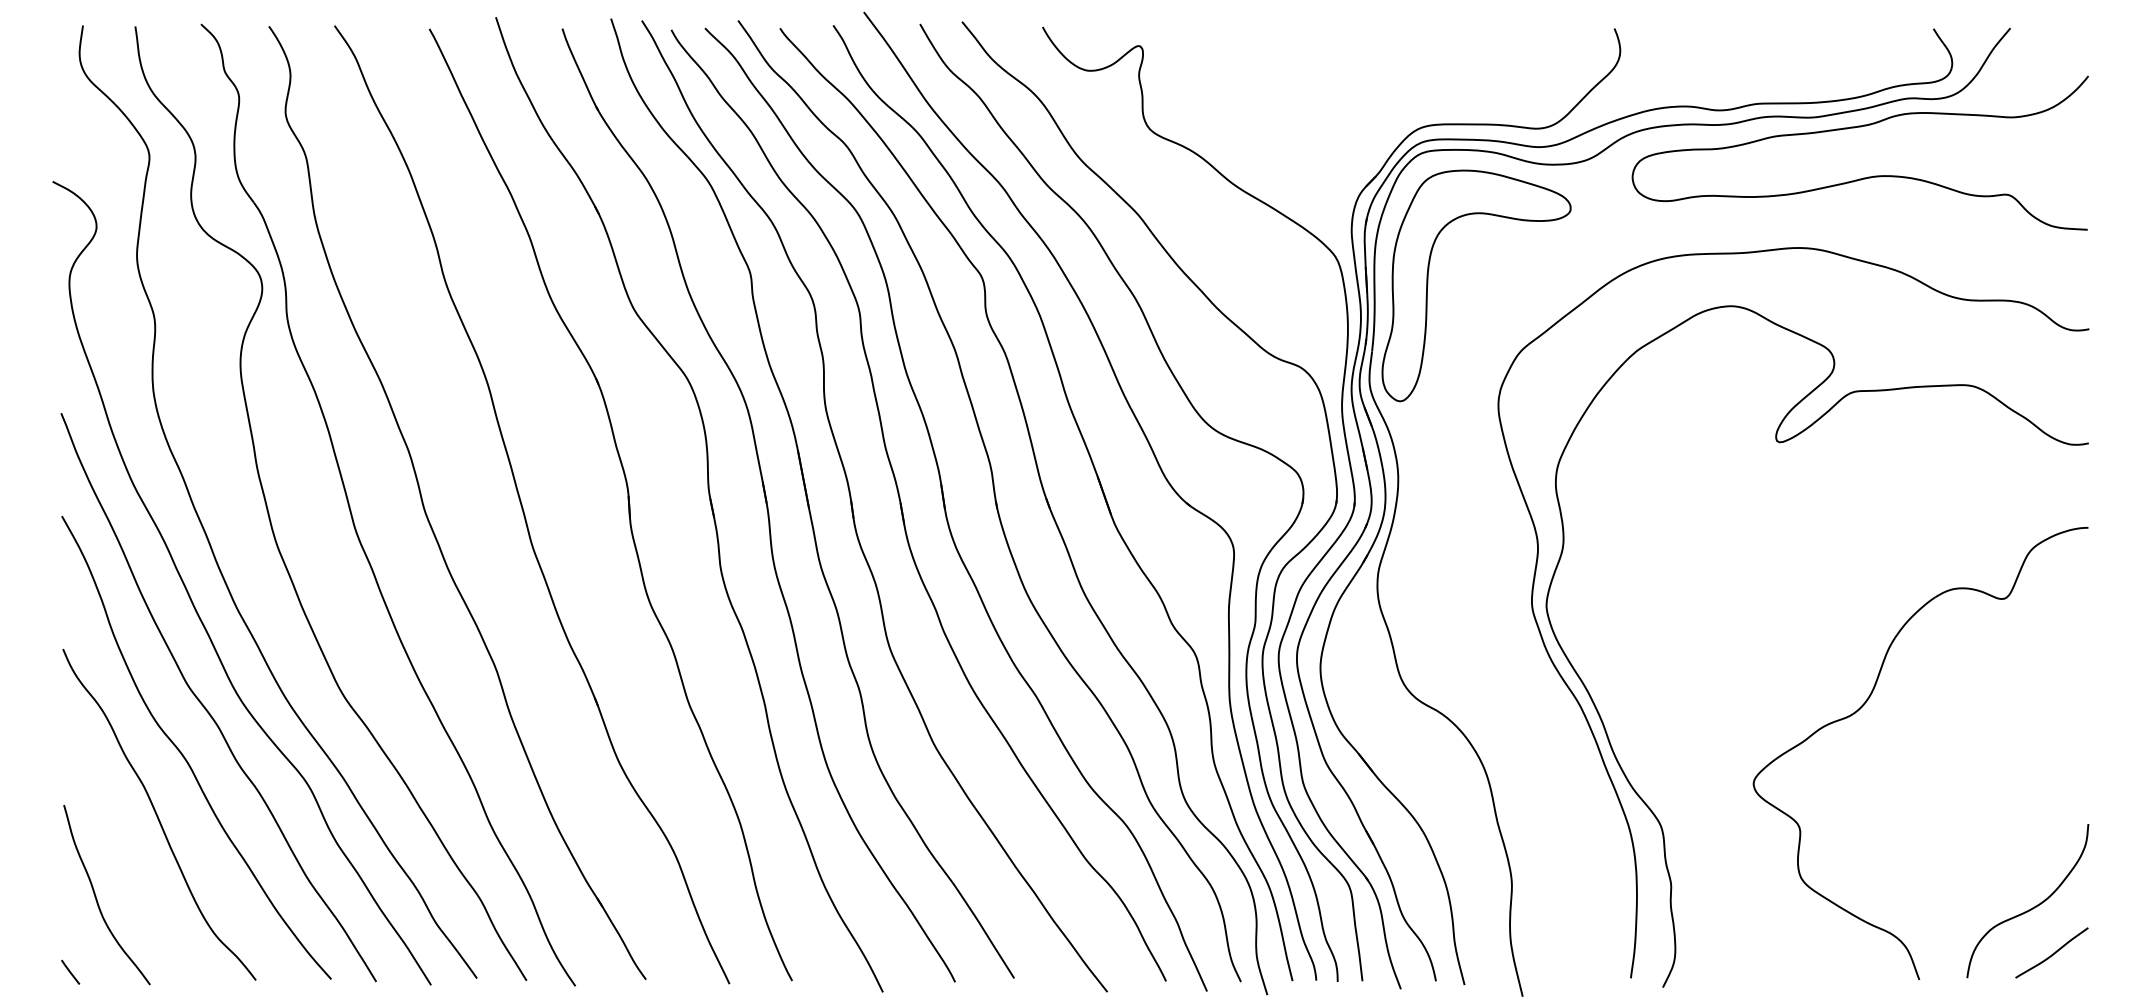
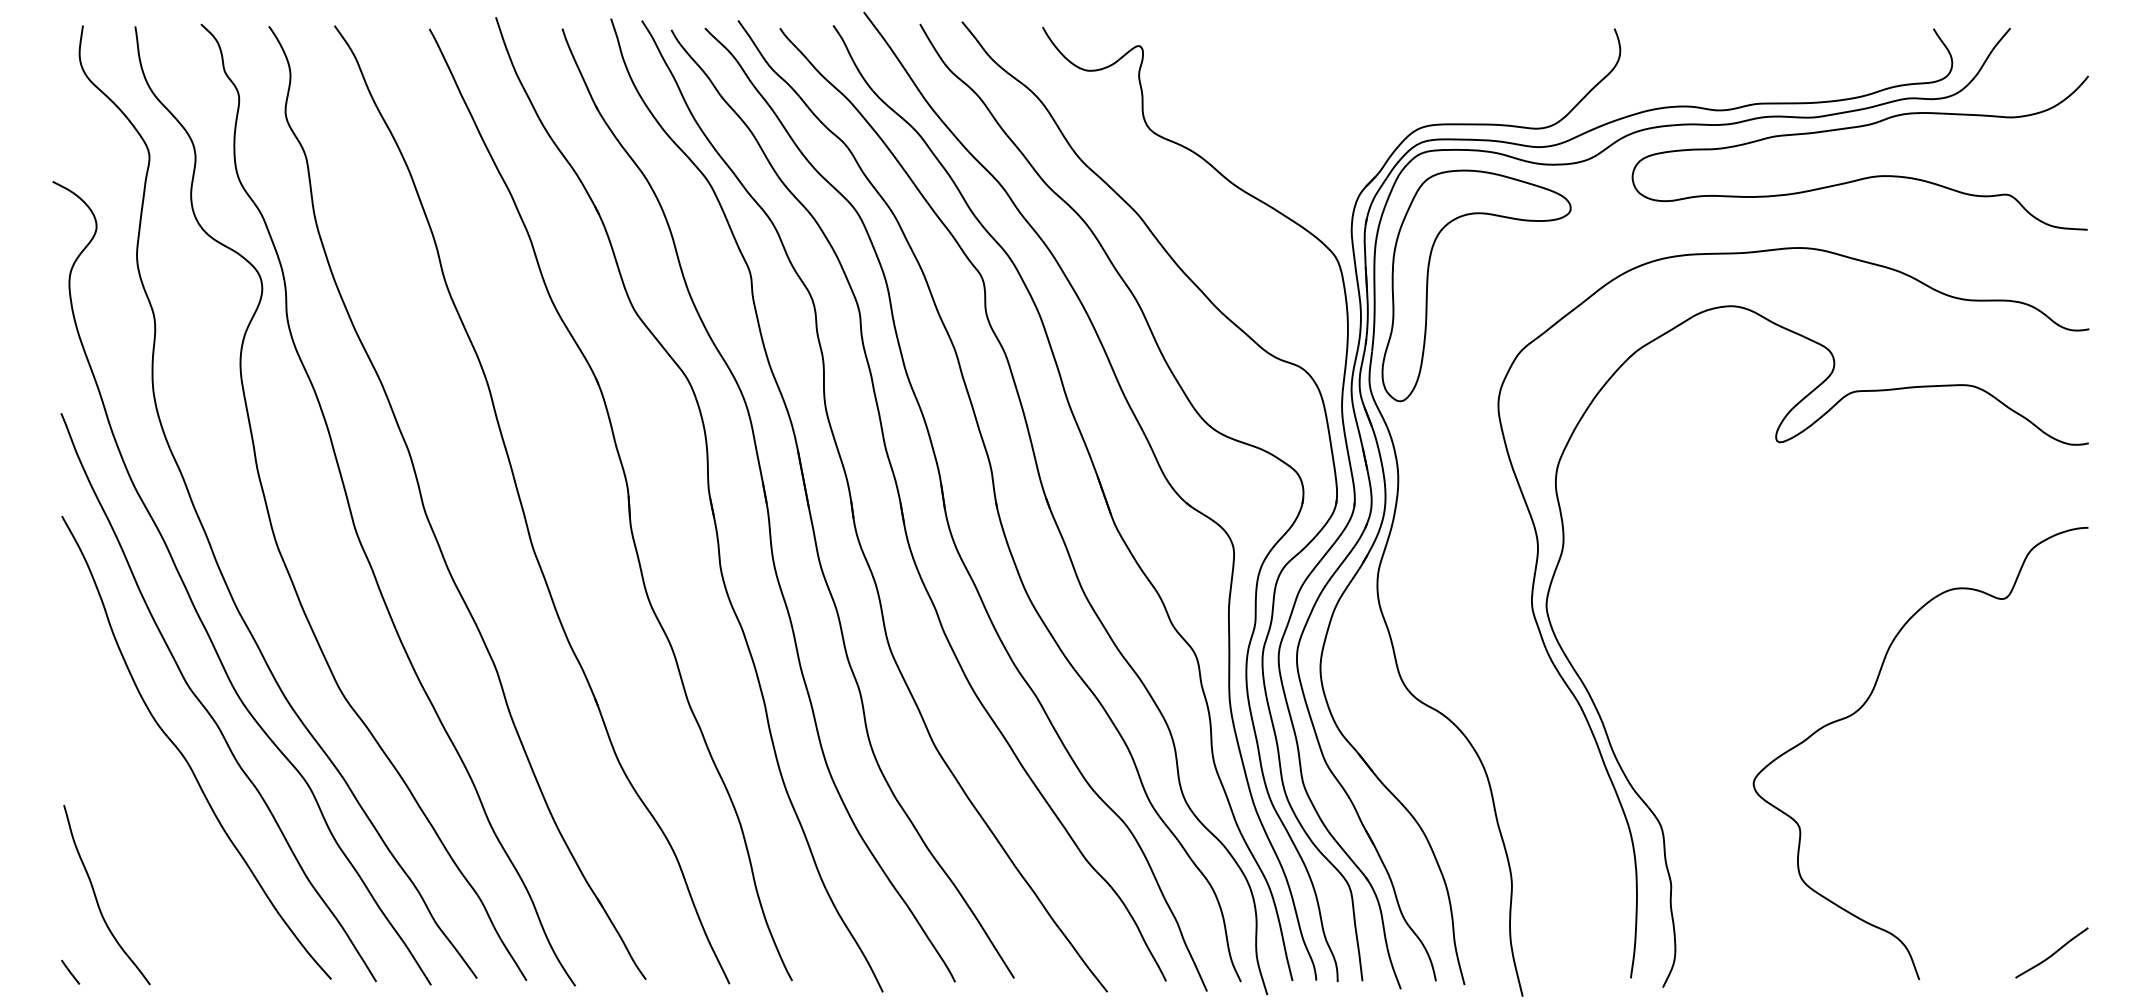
curve at (157, 814): present -> none
curve at (2030, 908): present -> none
